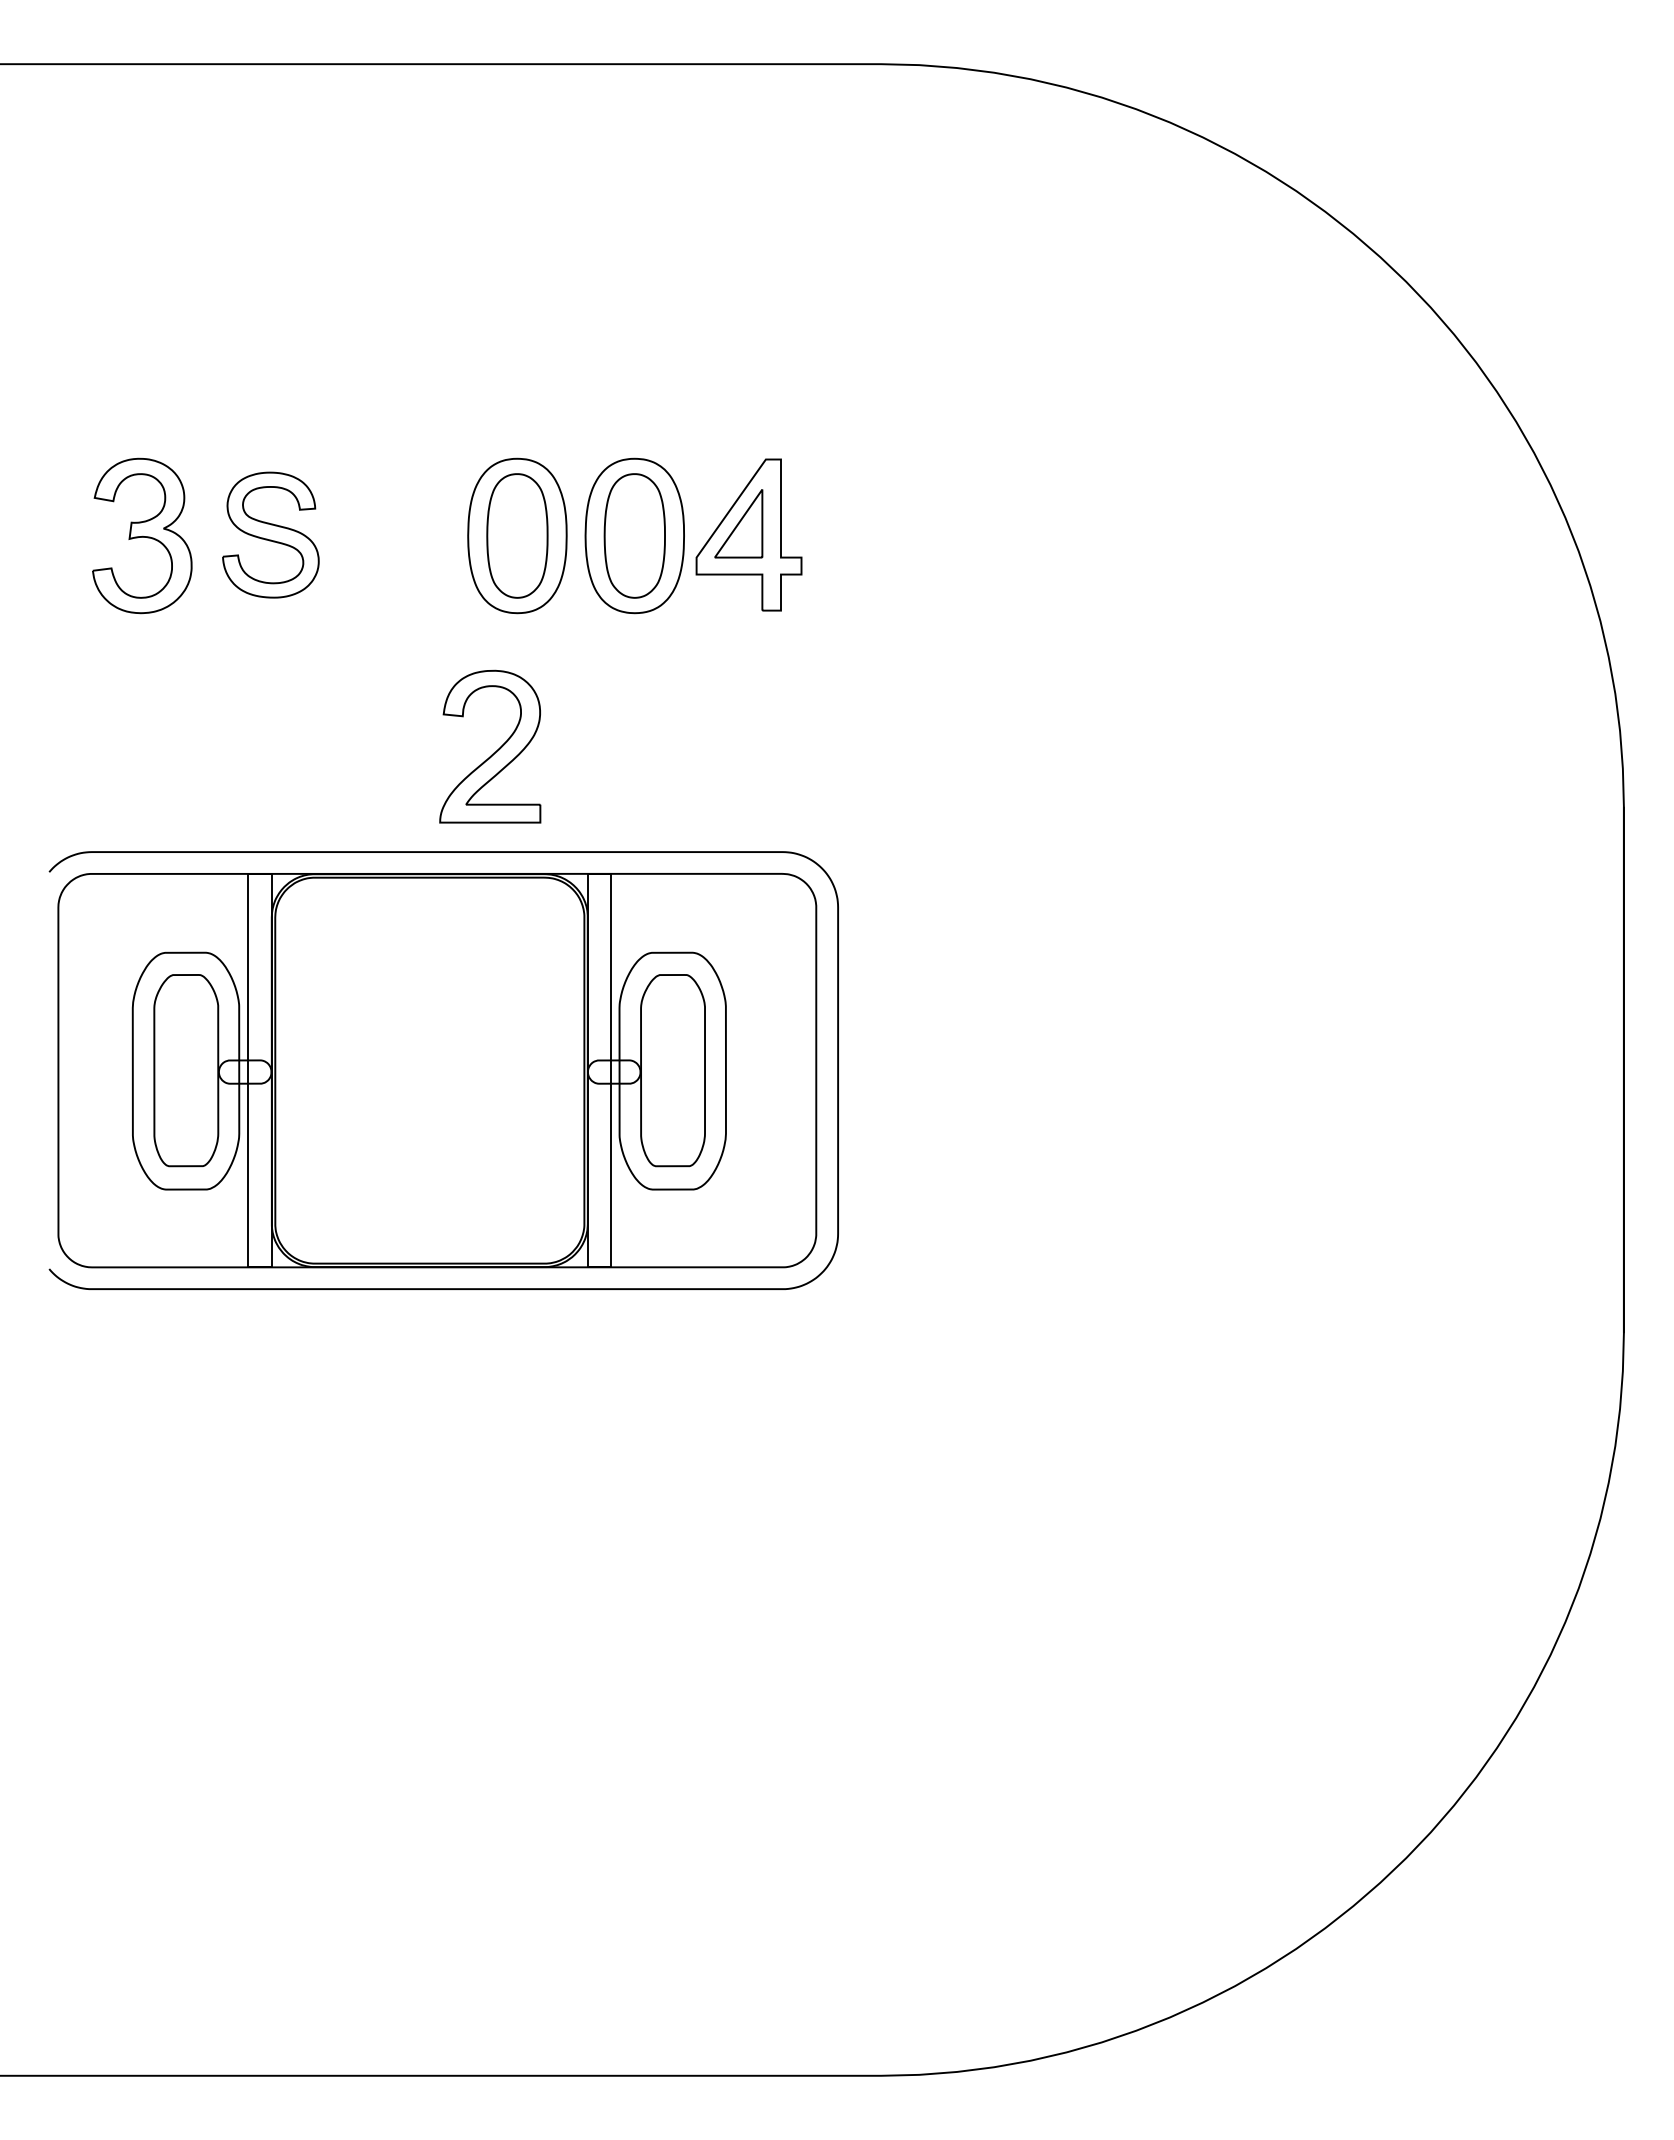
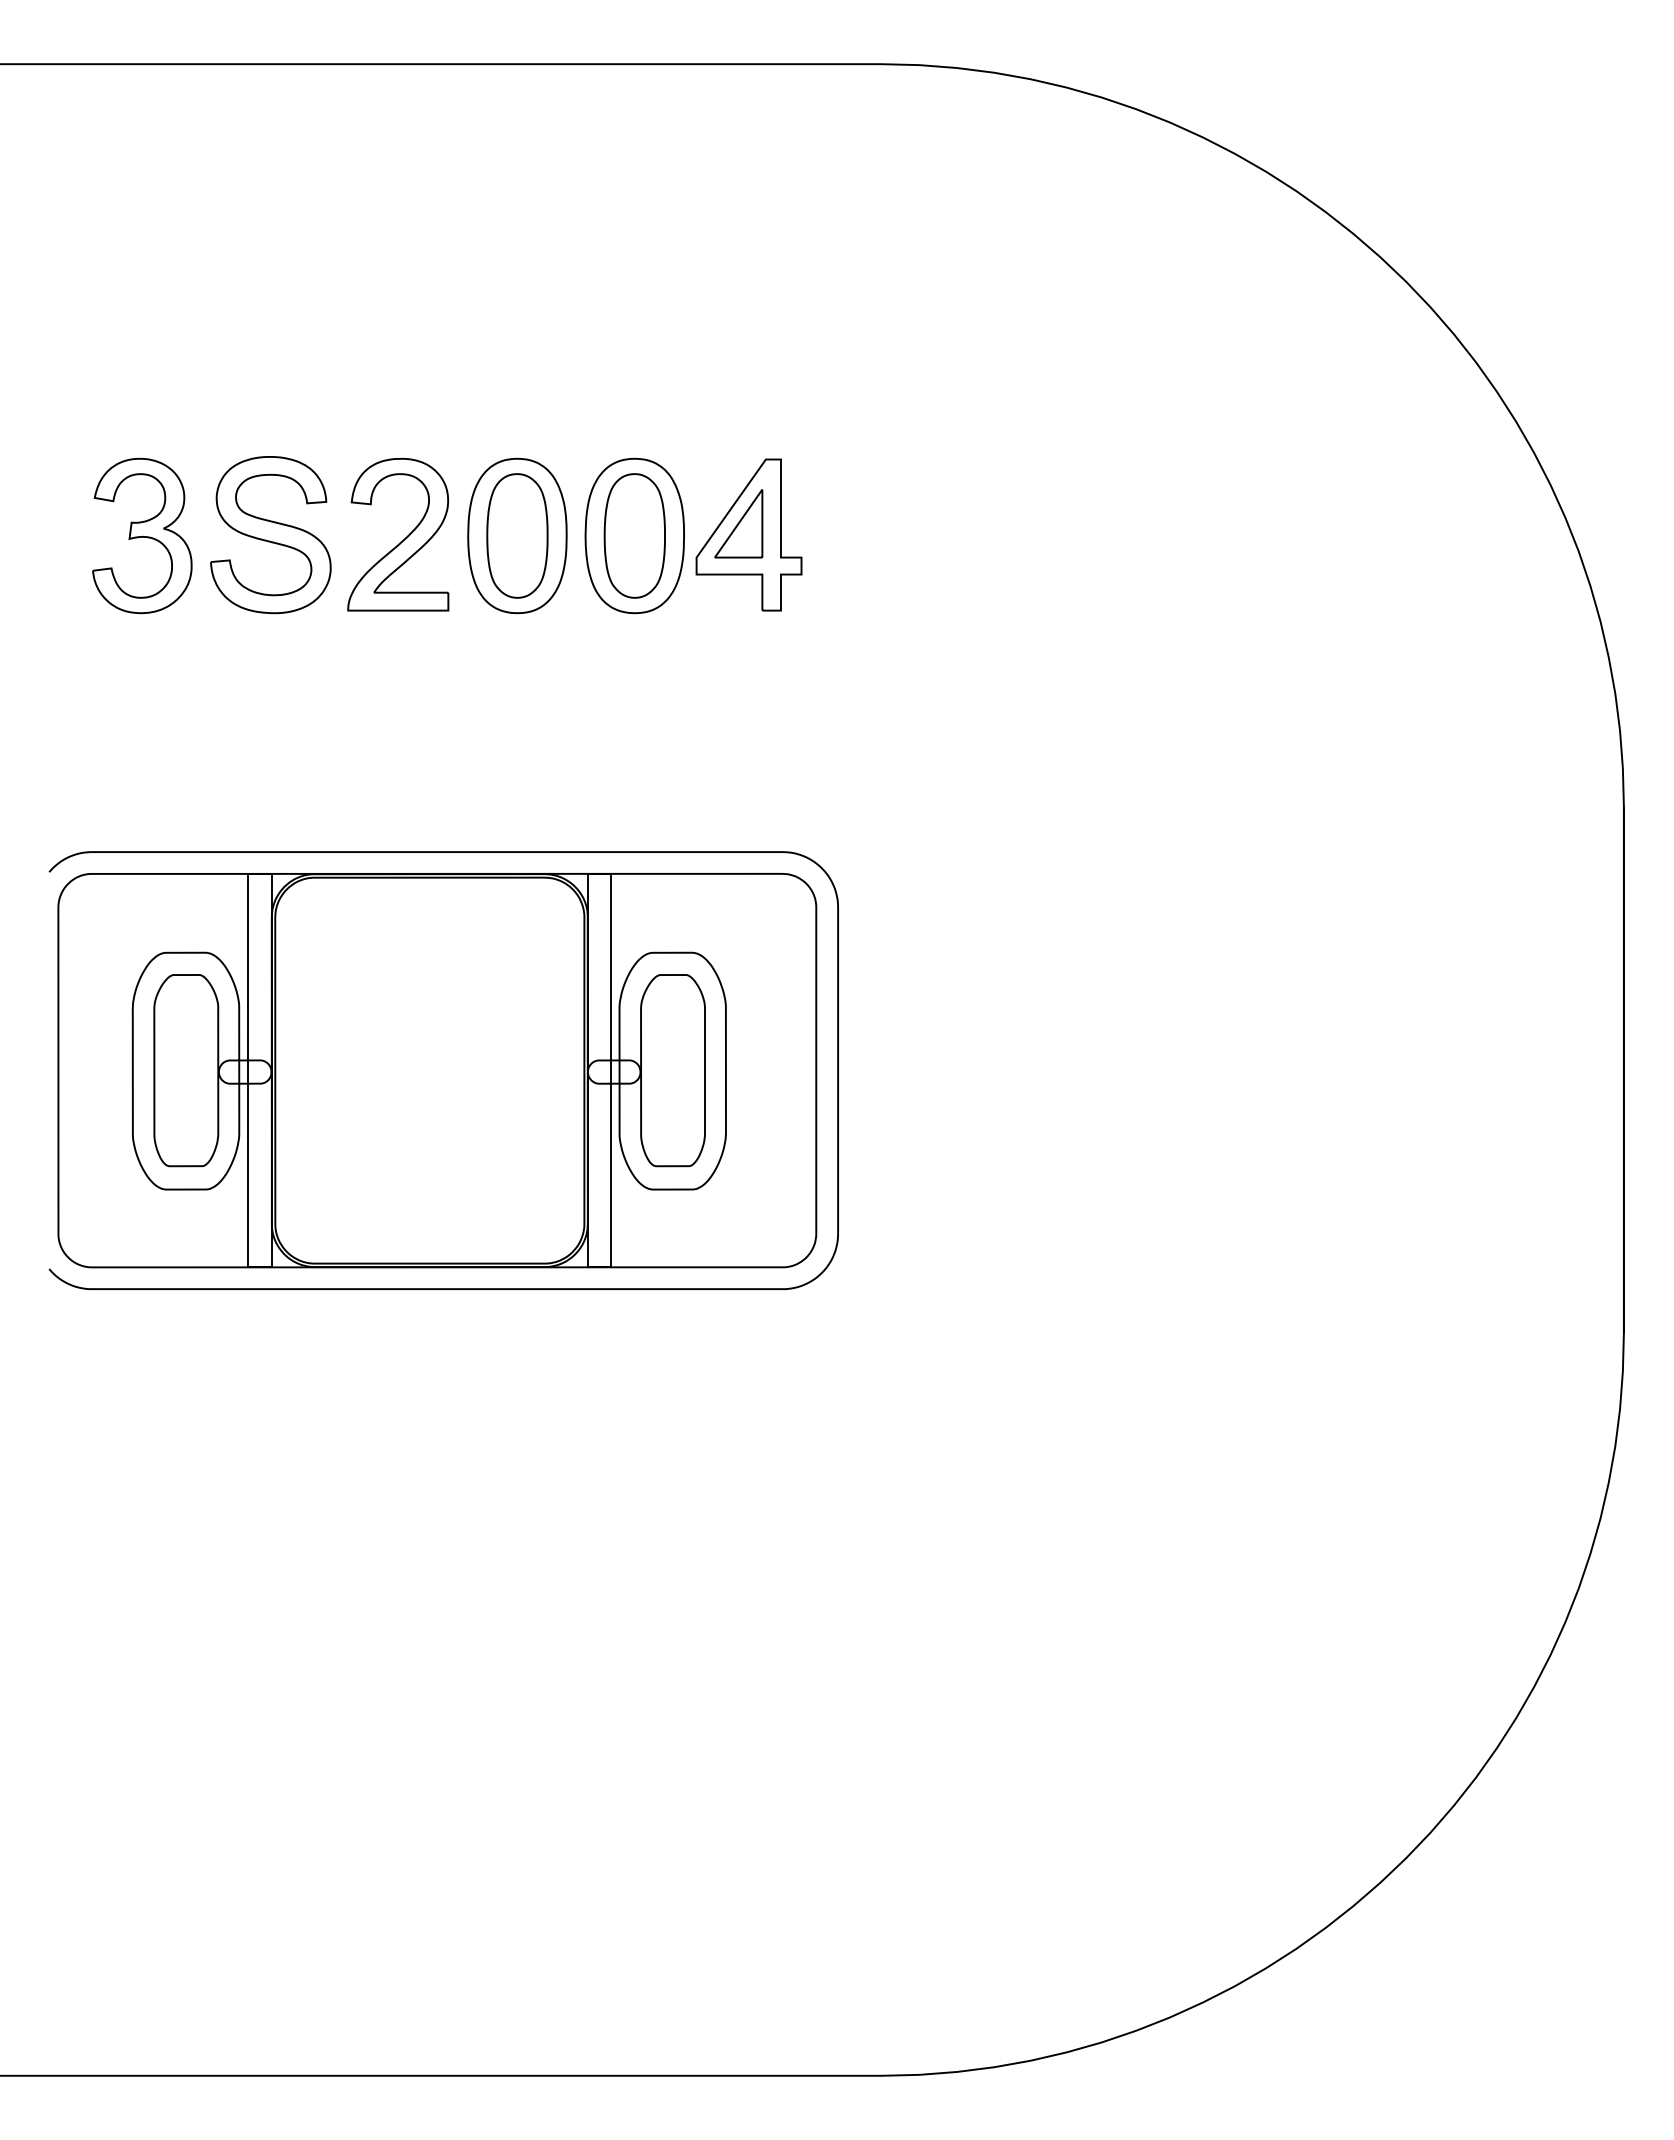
part at (270, 534) size: 98x128 px -> 122x159 px
part at (495, 751) position: (495, 751) -> (403, 539)
